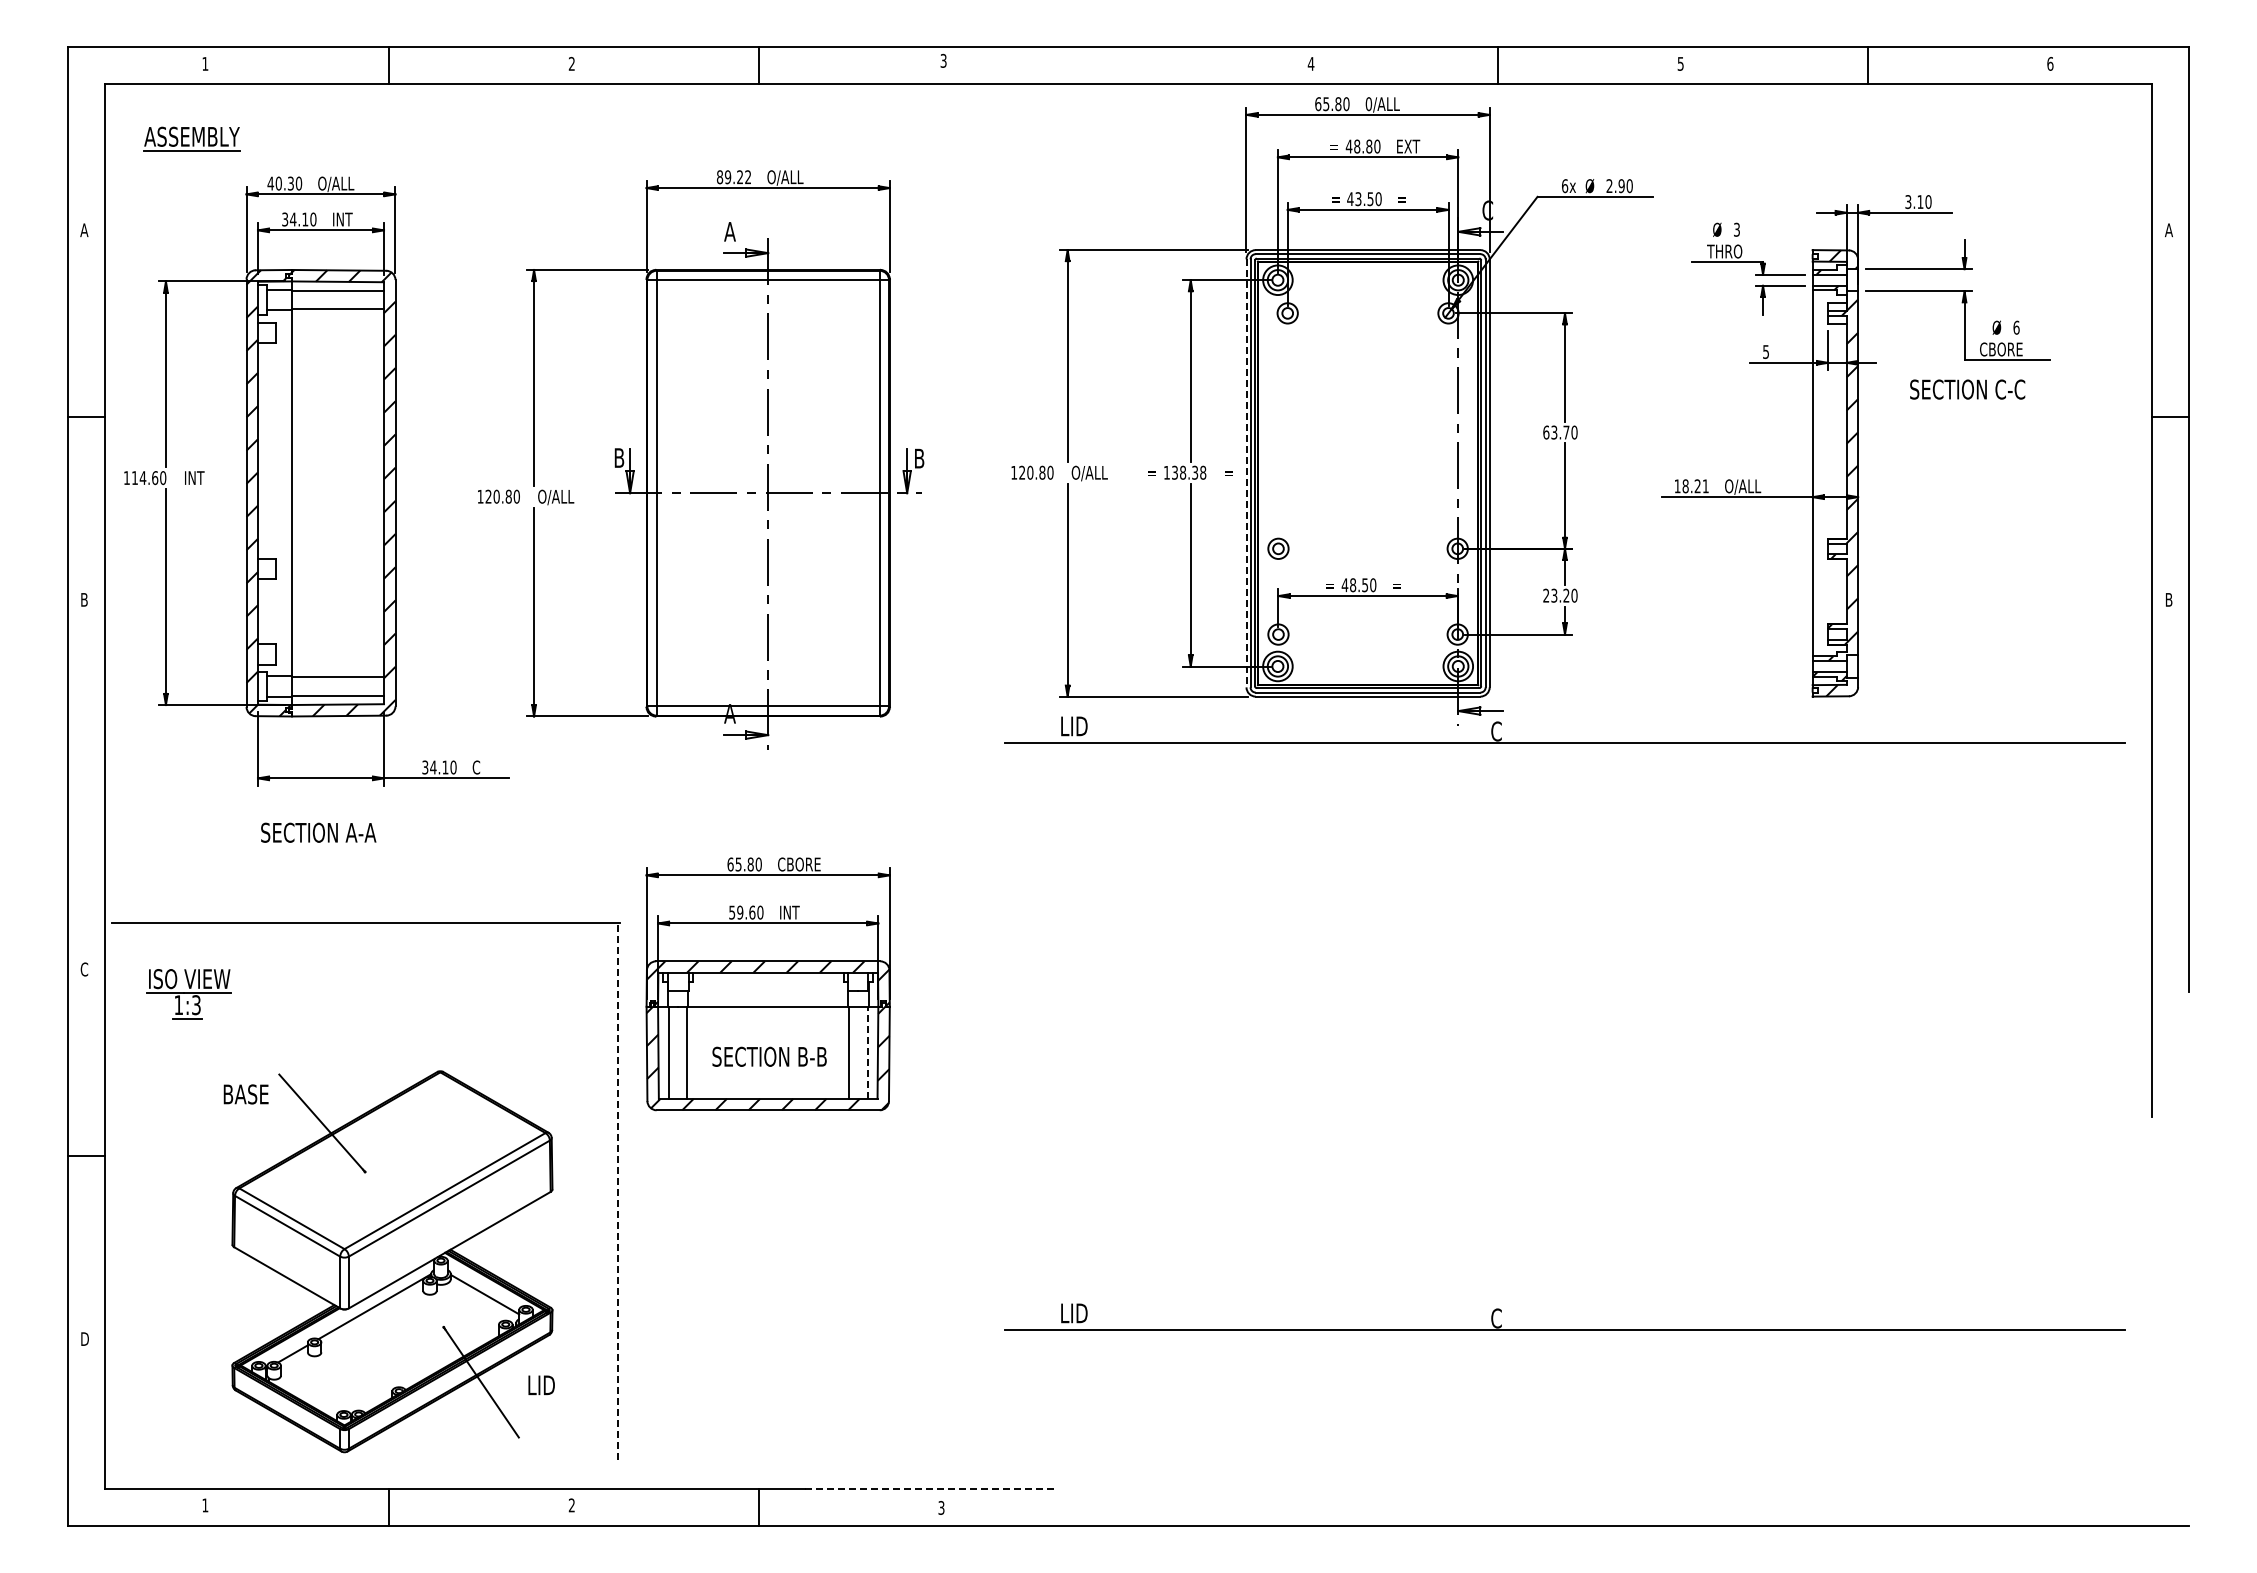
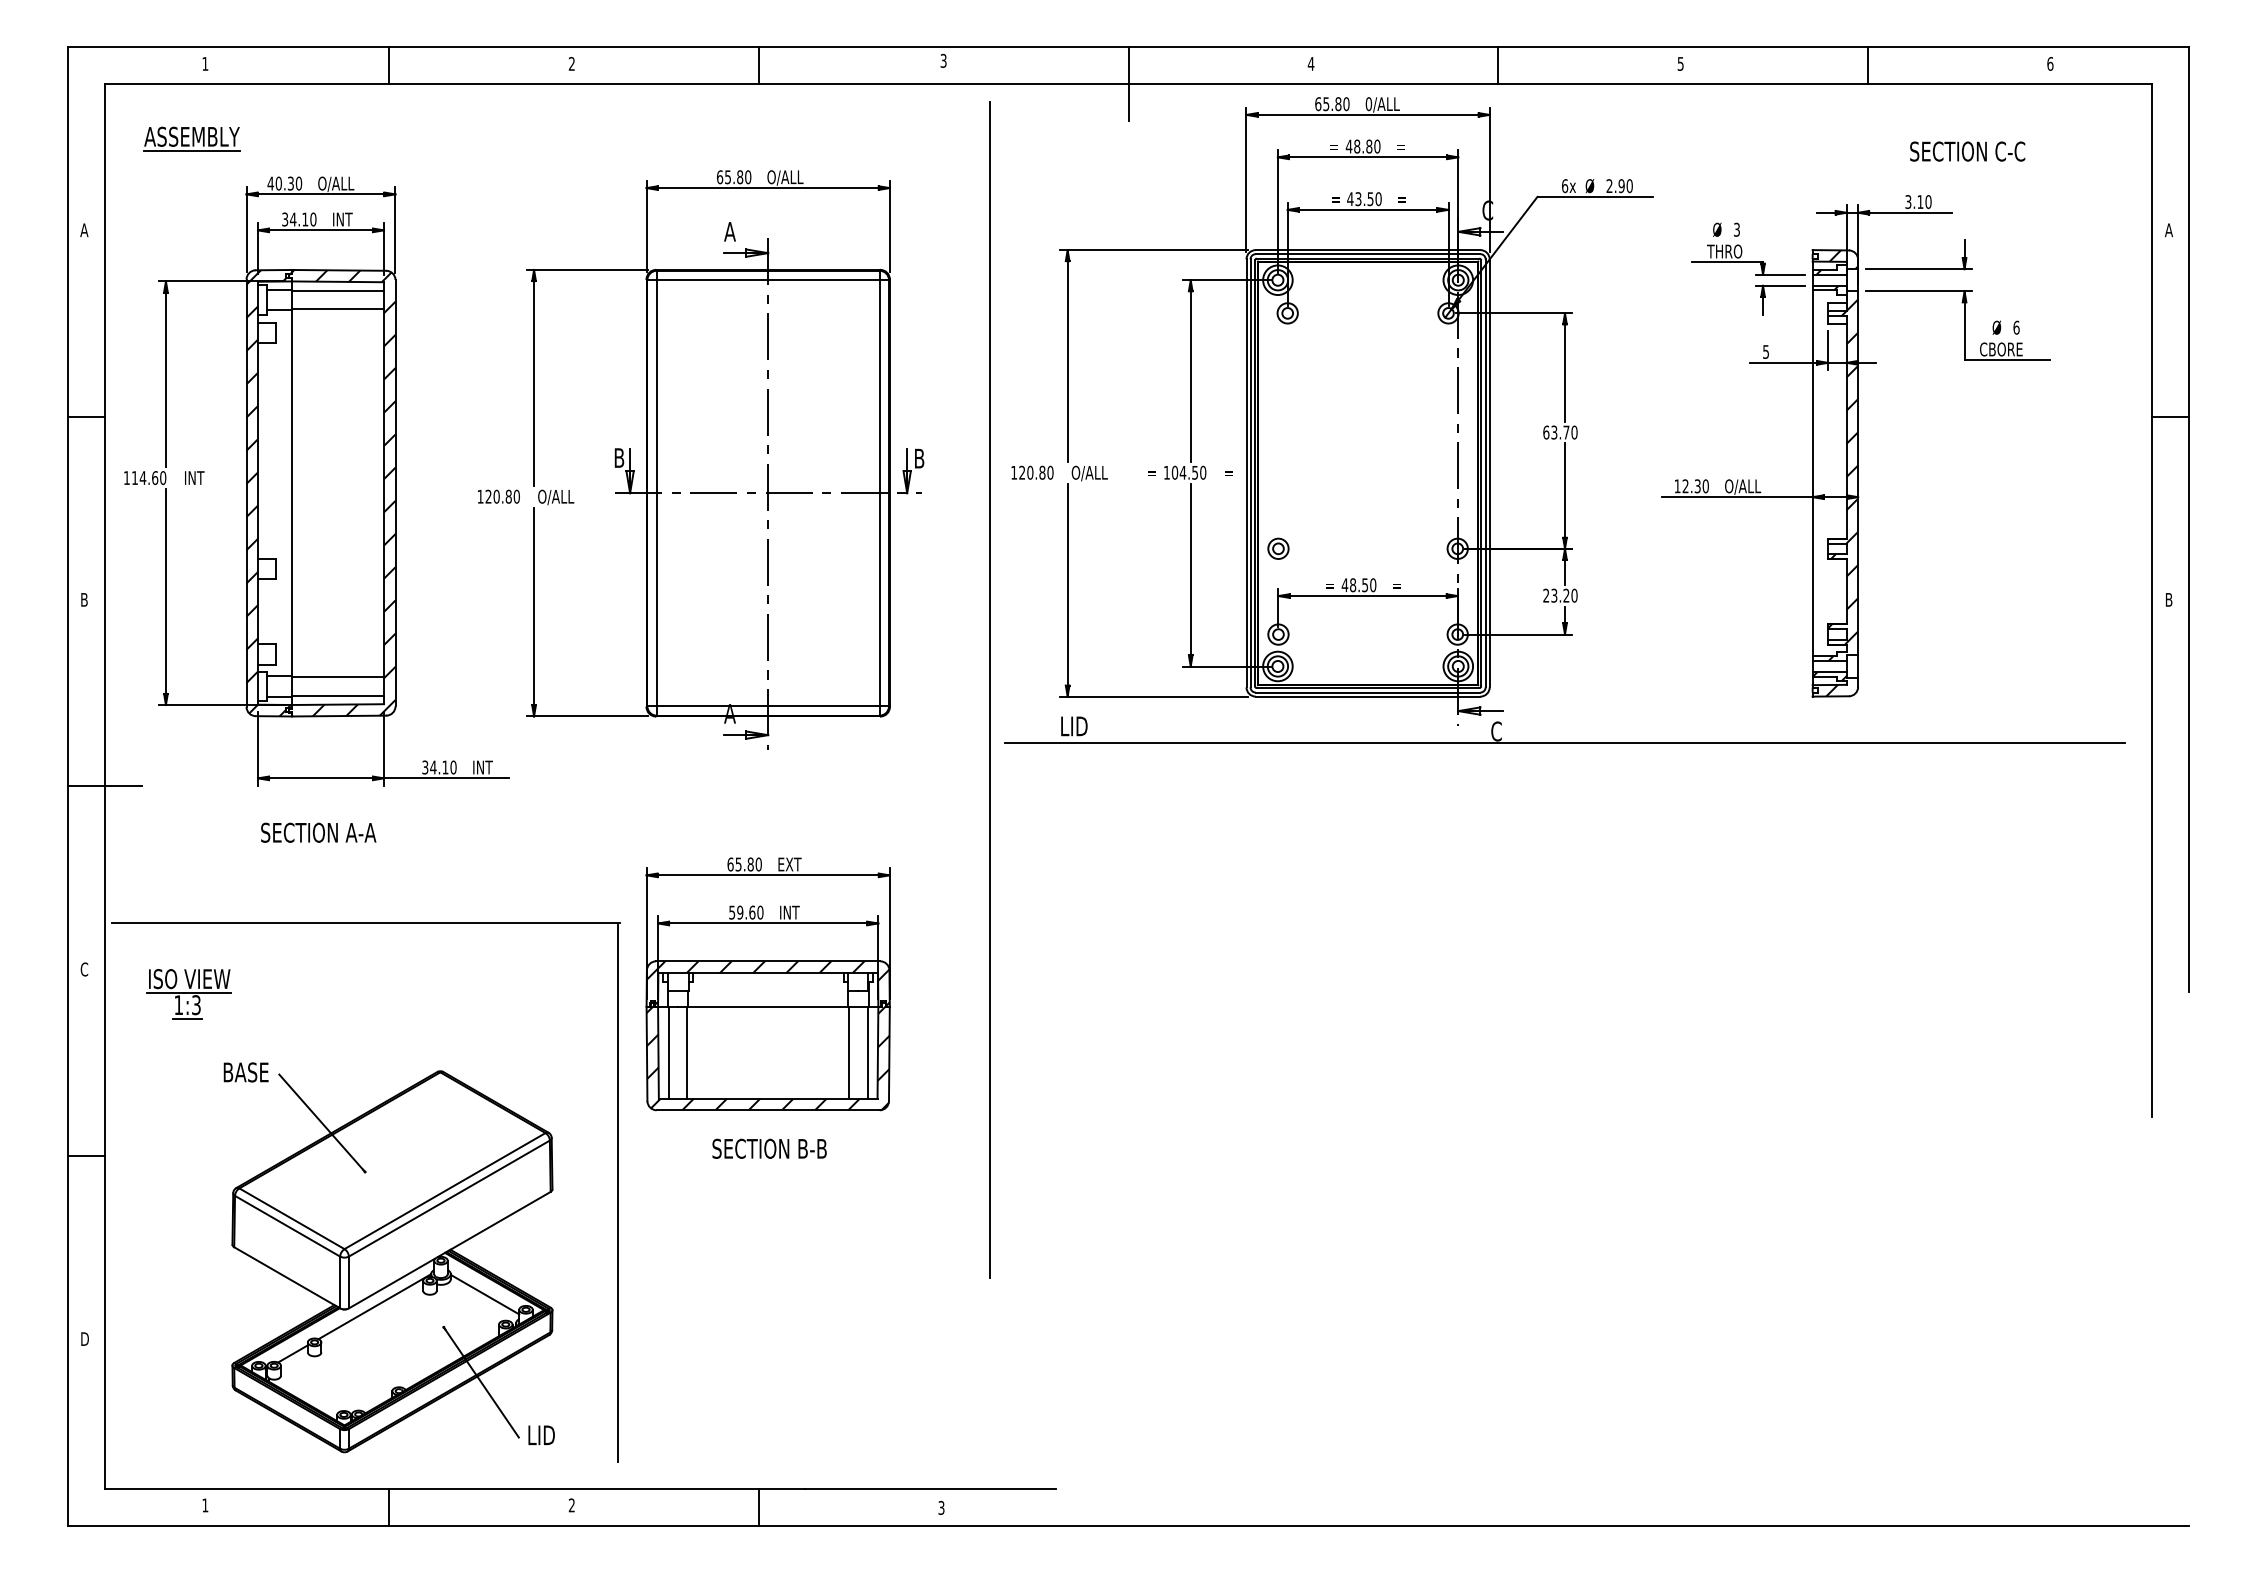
line at (1128, 84): none -> present
text at (1408, 146): EXT -> =
text at (733, 177): 89.22 -> 65.80
text at (1967, 389) position: (1967, 389) -> (1967, 151)
text at (1188, 472): 138.38 -> 104.50
line at (1246, 473): dashed -> solid
text at (1695, 486): 18.21 -> 12.30
line at (989, 690): none -> present
text at (482, 767): C -> INT
line at (104, 786): none -> present
text at (799, 864): CBORE -> EXT
line at (867, 1052): dashed -> solid
text at (769, 1056) position: (769, 1056) -> (769, 1148)
text at (245, 1094) position: (245, 1094) -> (245, 1072)
line at (617, 1193): dashed -> solid
part at (1564, 1329): present -> none
text at (541, 1385) position: (541, 1385) -> (541, 1435)
line at (931, 1488): dashed -> solid
